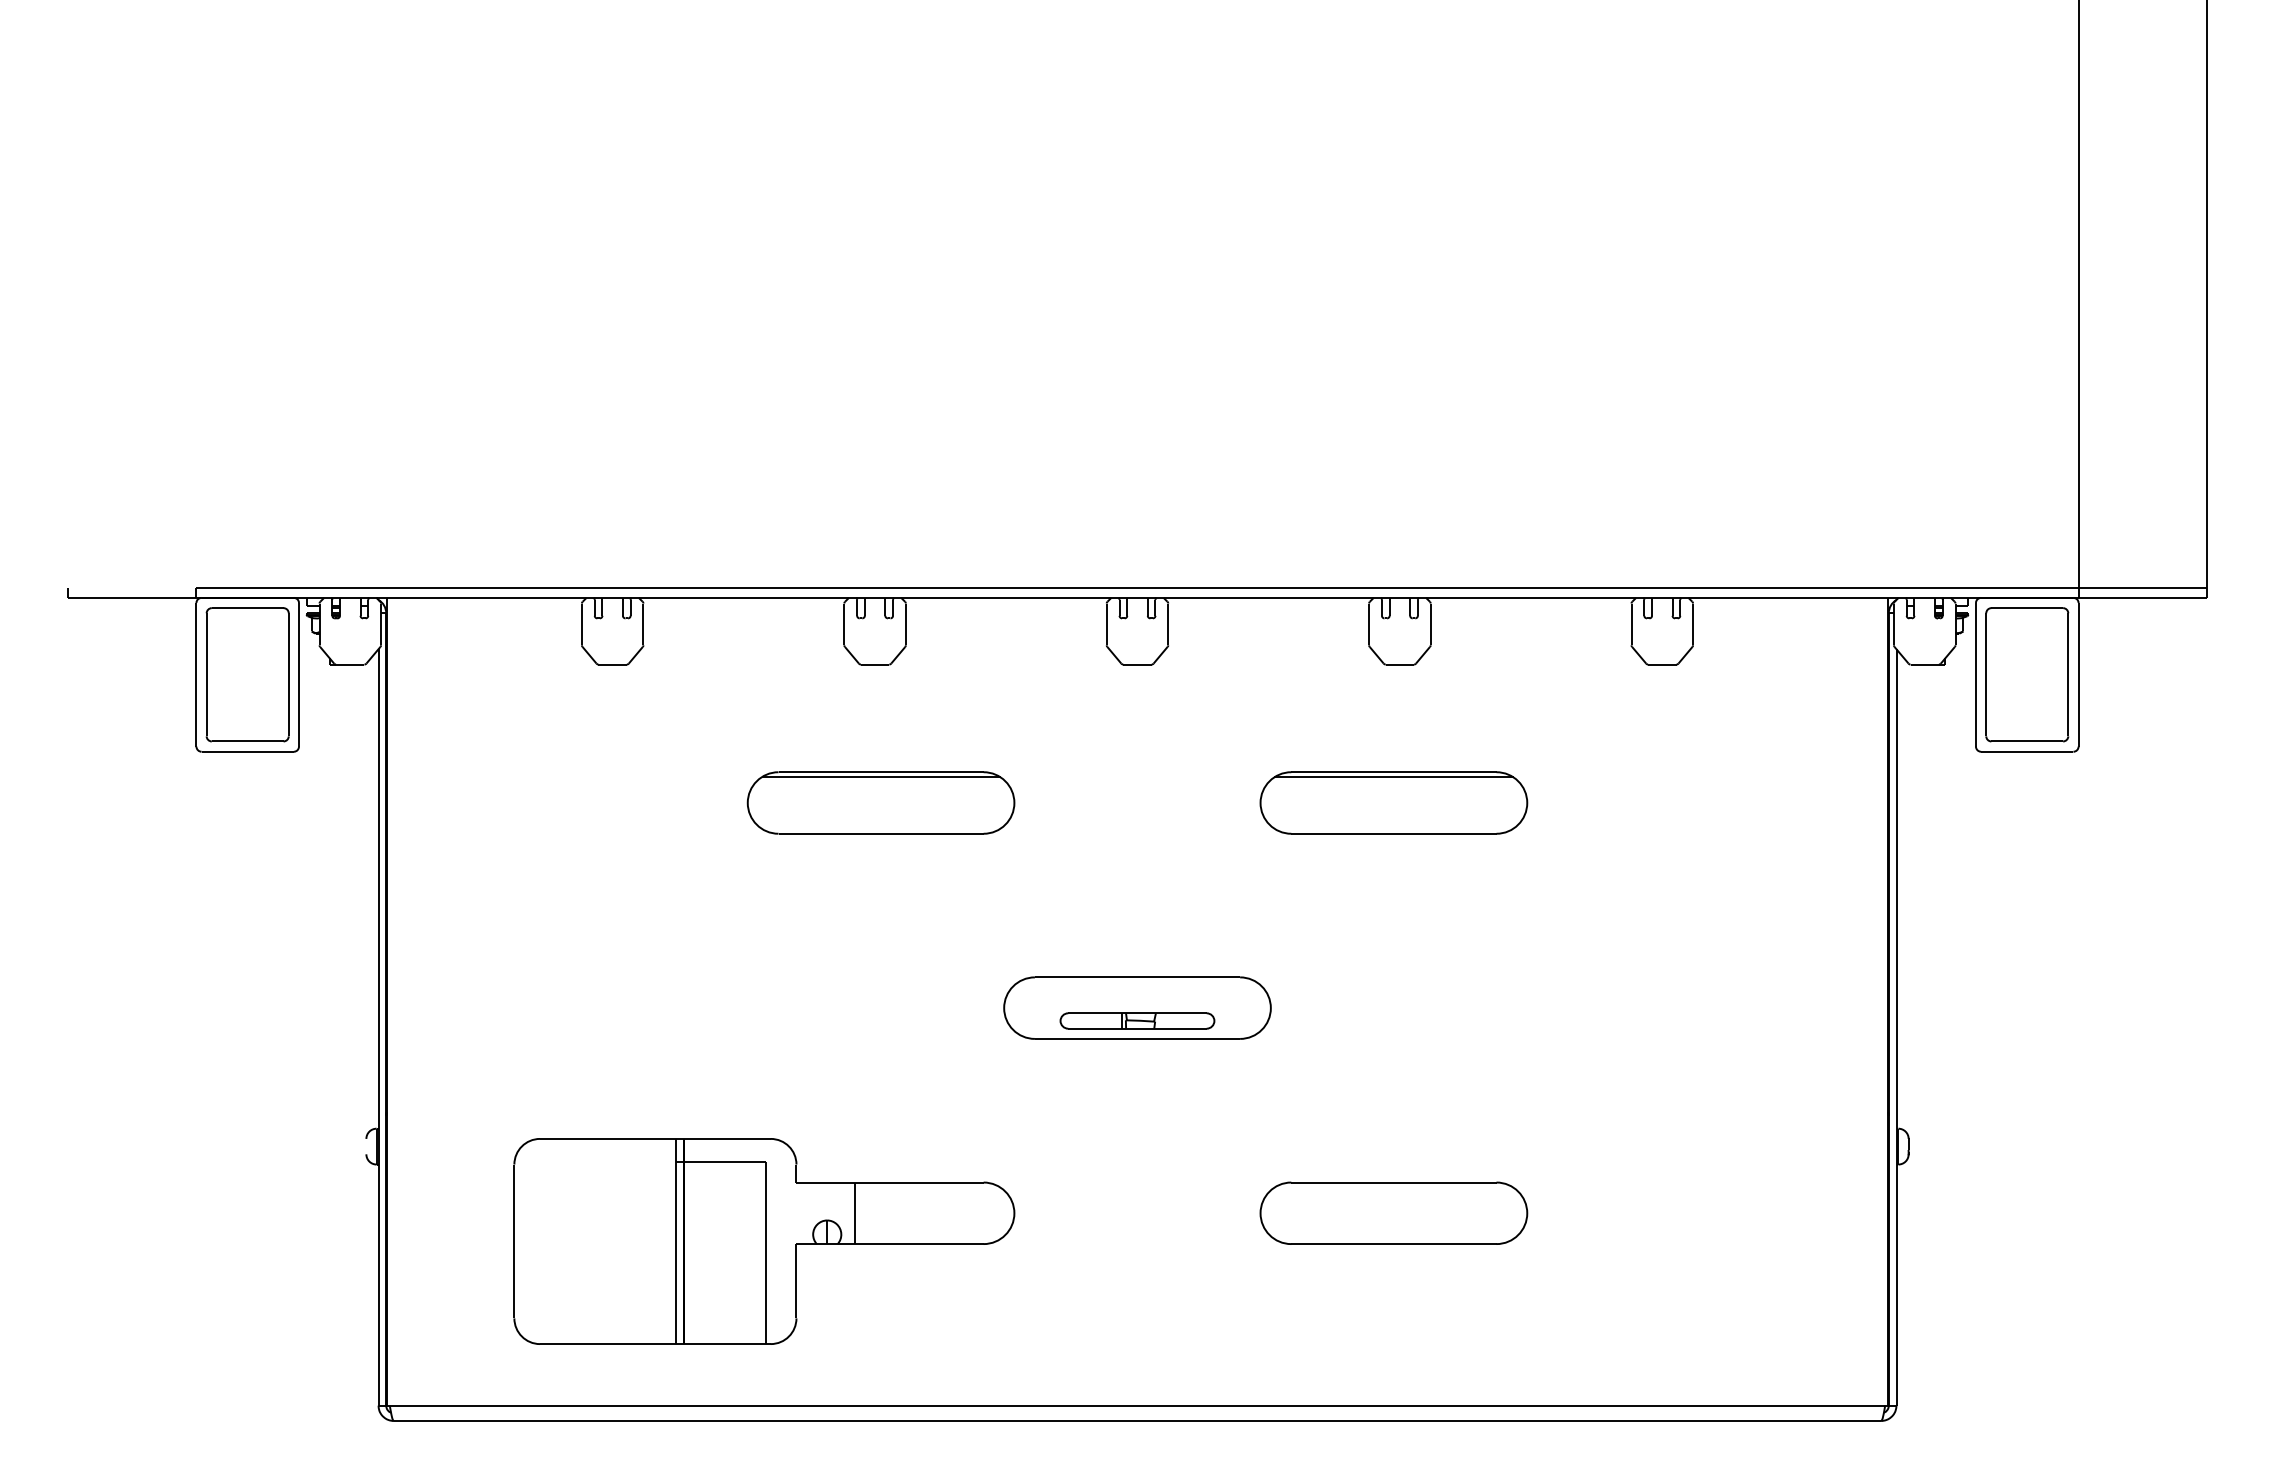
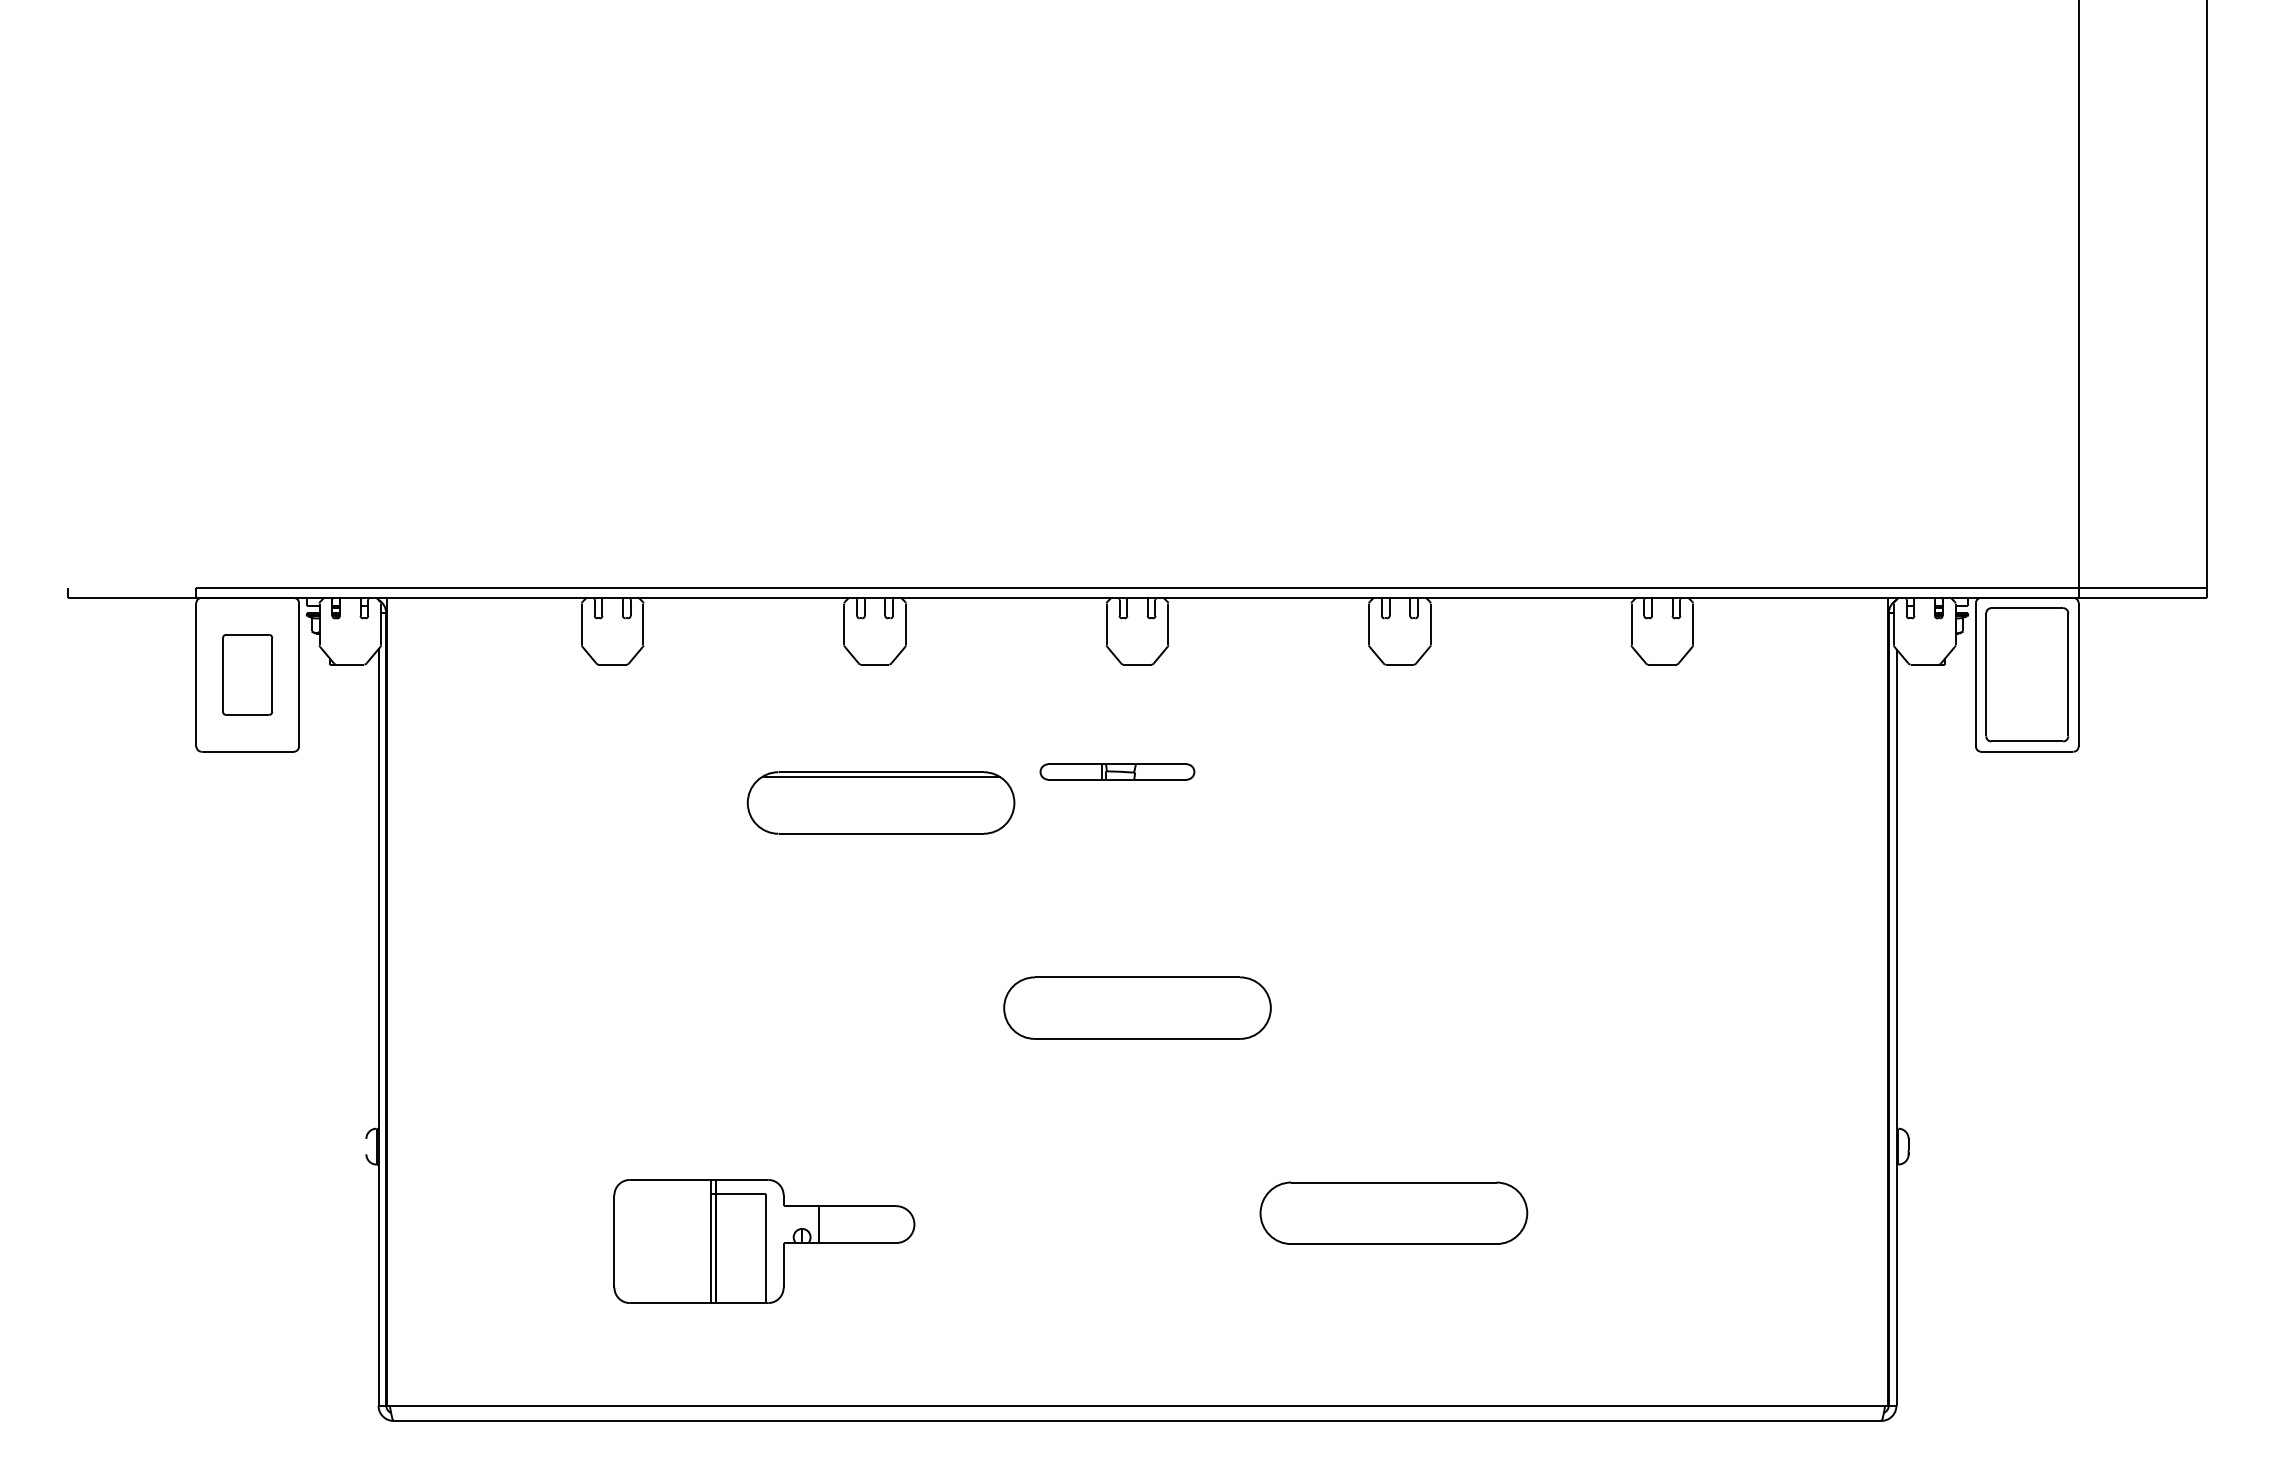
part at (247, 674) size: 85x136 px -> 52x82 px
part at (1393, 802): present -> none
part at (1137, 1020) position: (1137, 1020) -> (1117, 771)
part at (764, 1241) size: 503x207 px -> 303x125 px
